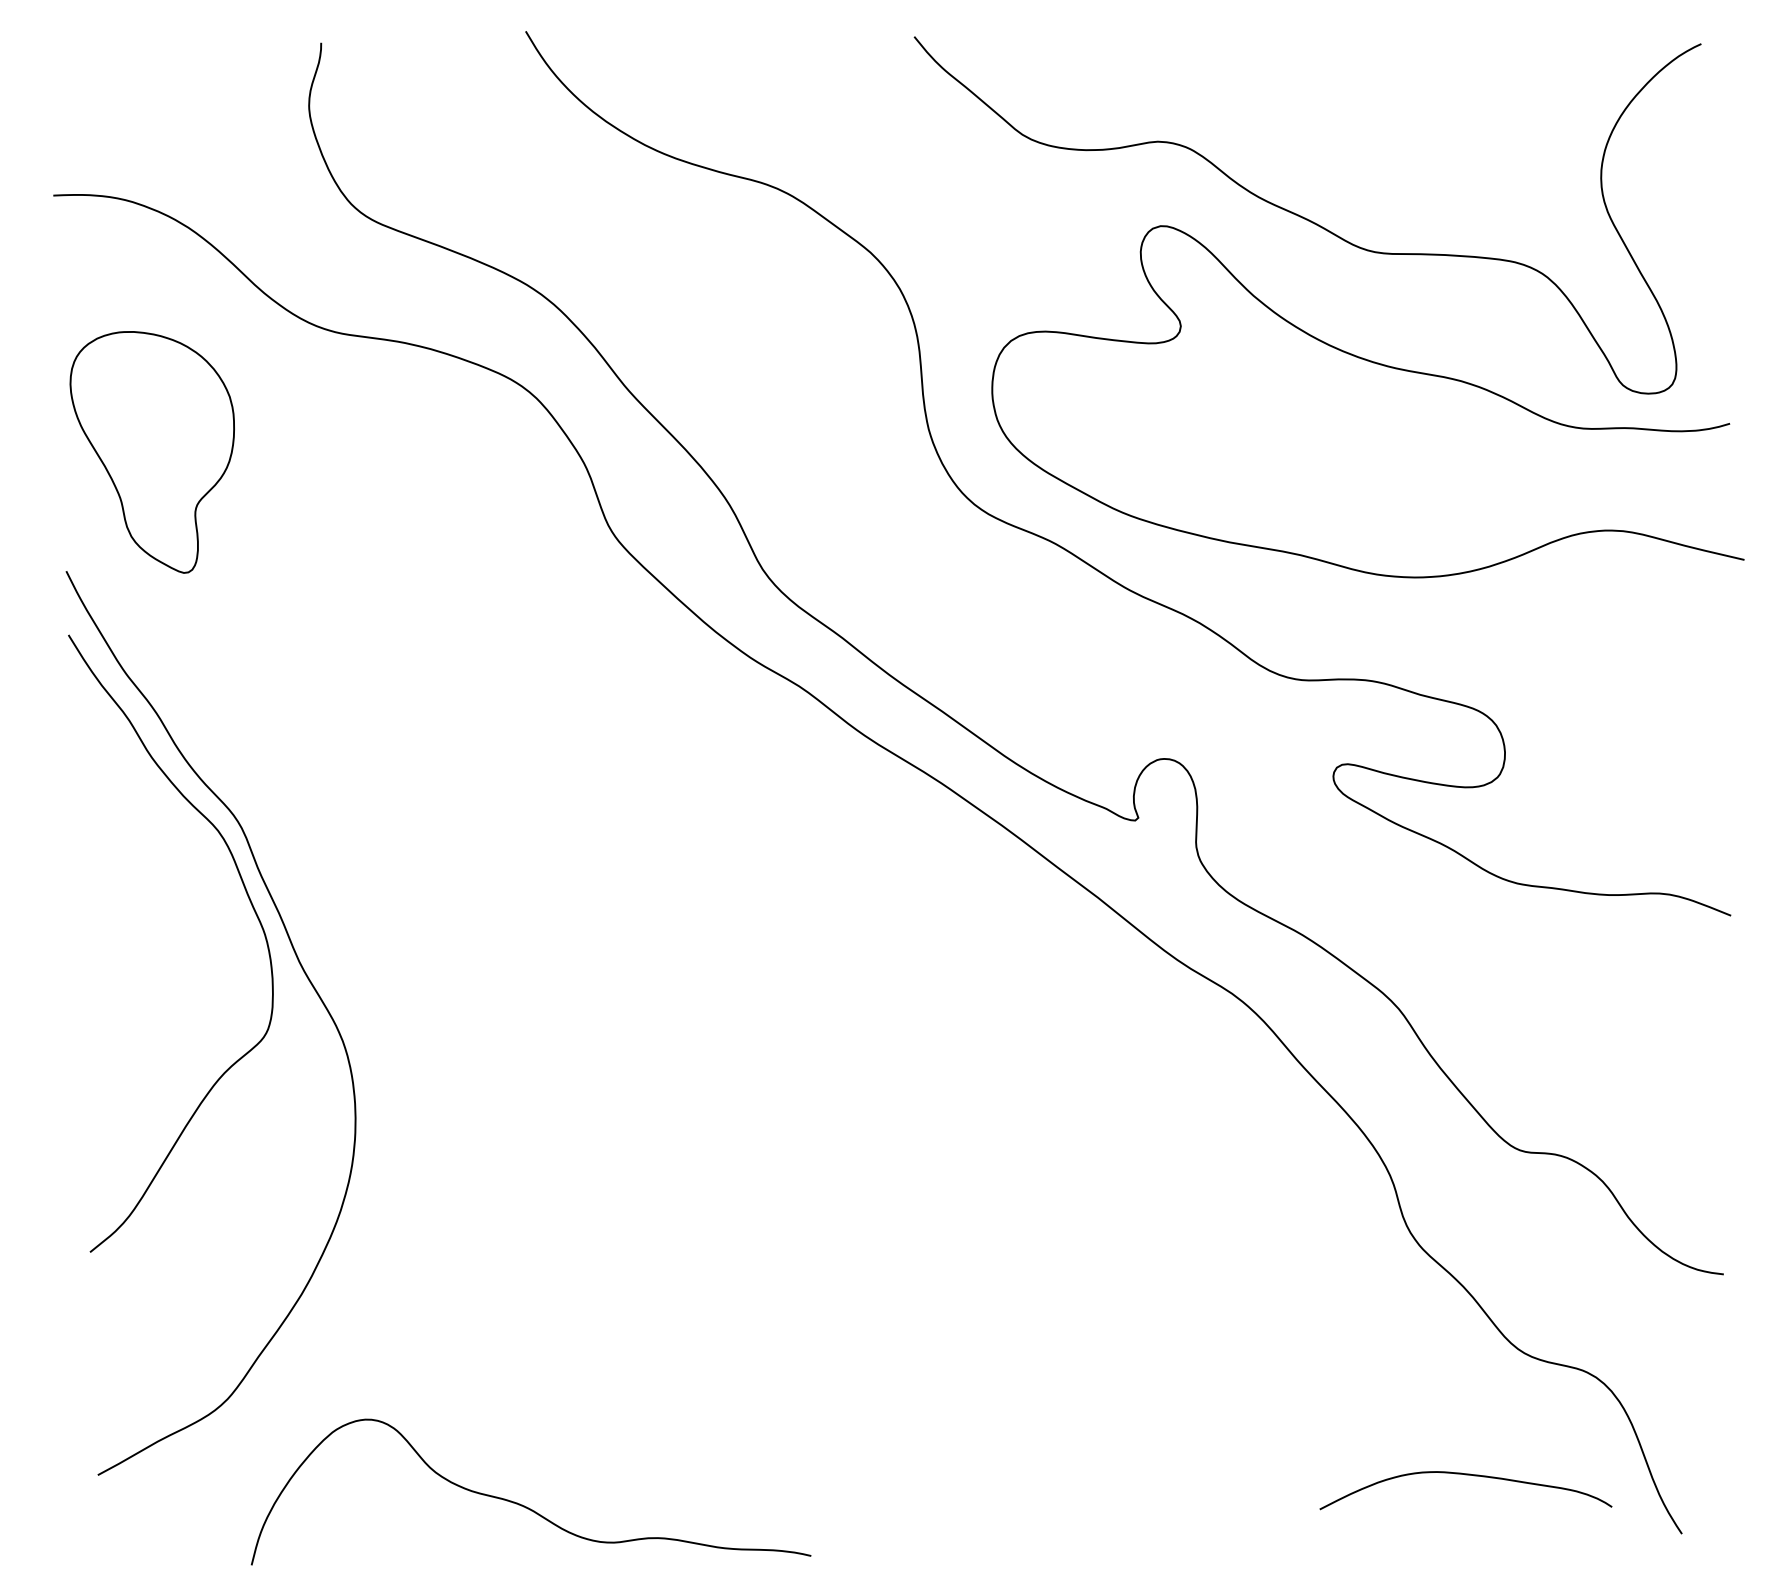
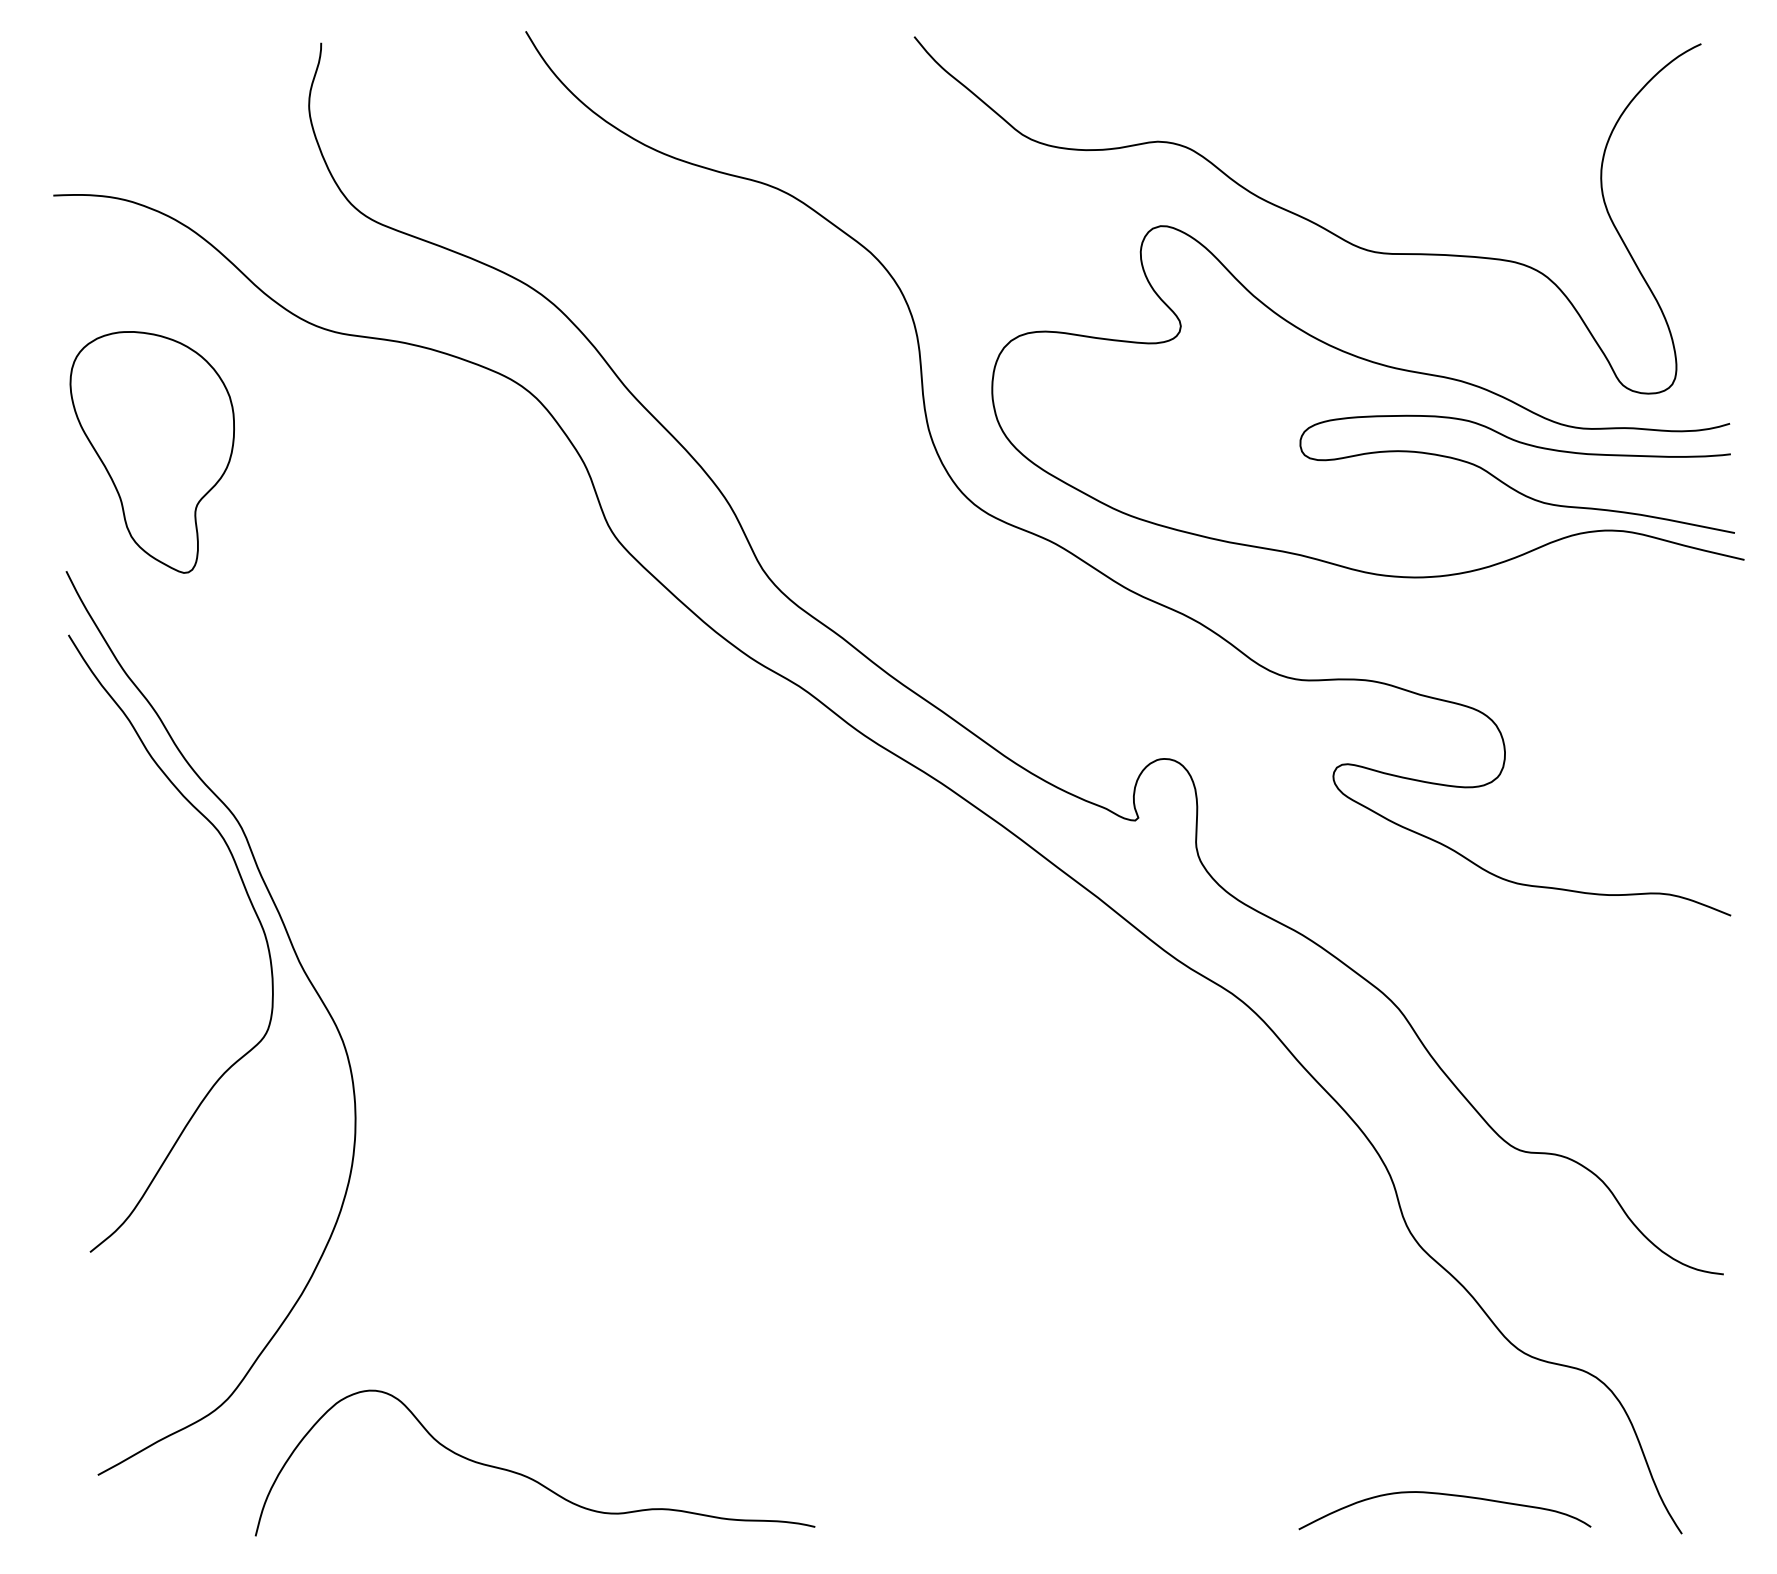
curve at (1509, 485): none -> present
curve at (1465, 1475) position: (1465, 1475) -> (1444, 1495)
curve at (524, 1505) position: (524, 1505) -> (528, 1476)
